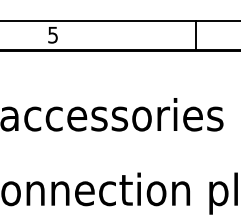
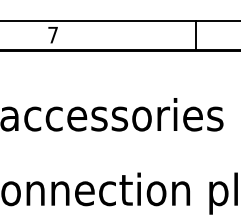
text at (52, 35): 5 -> 7
